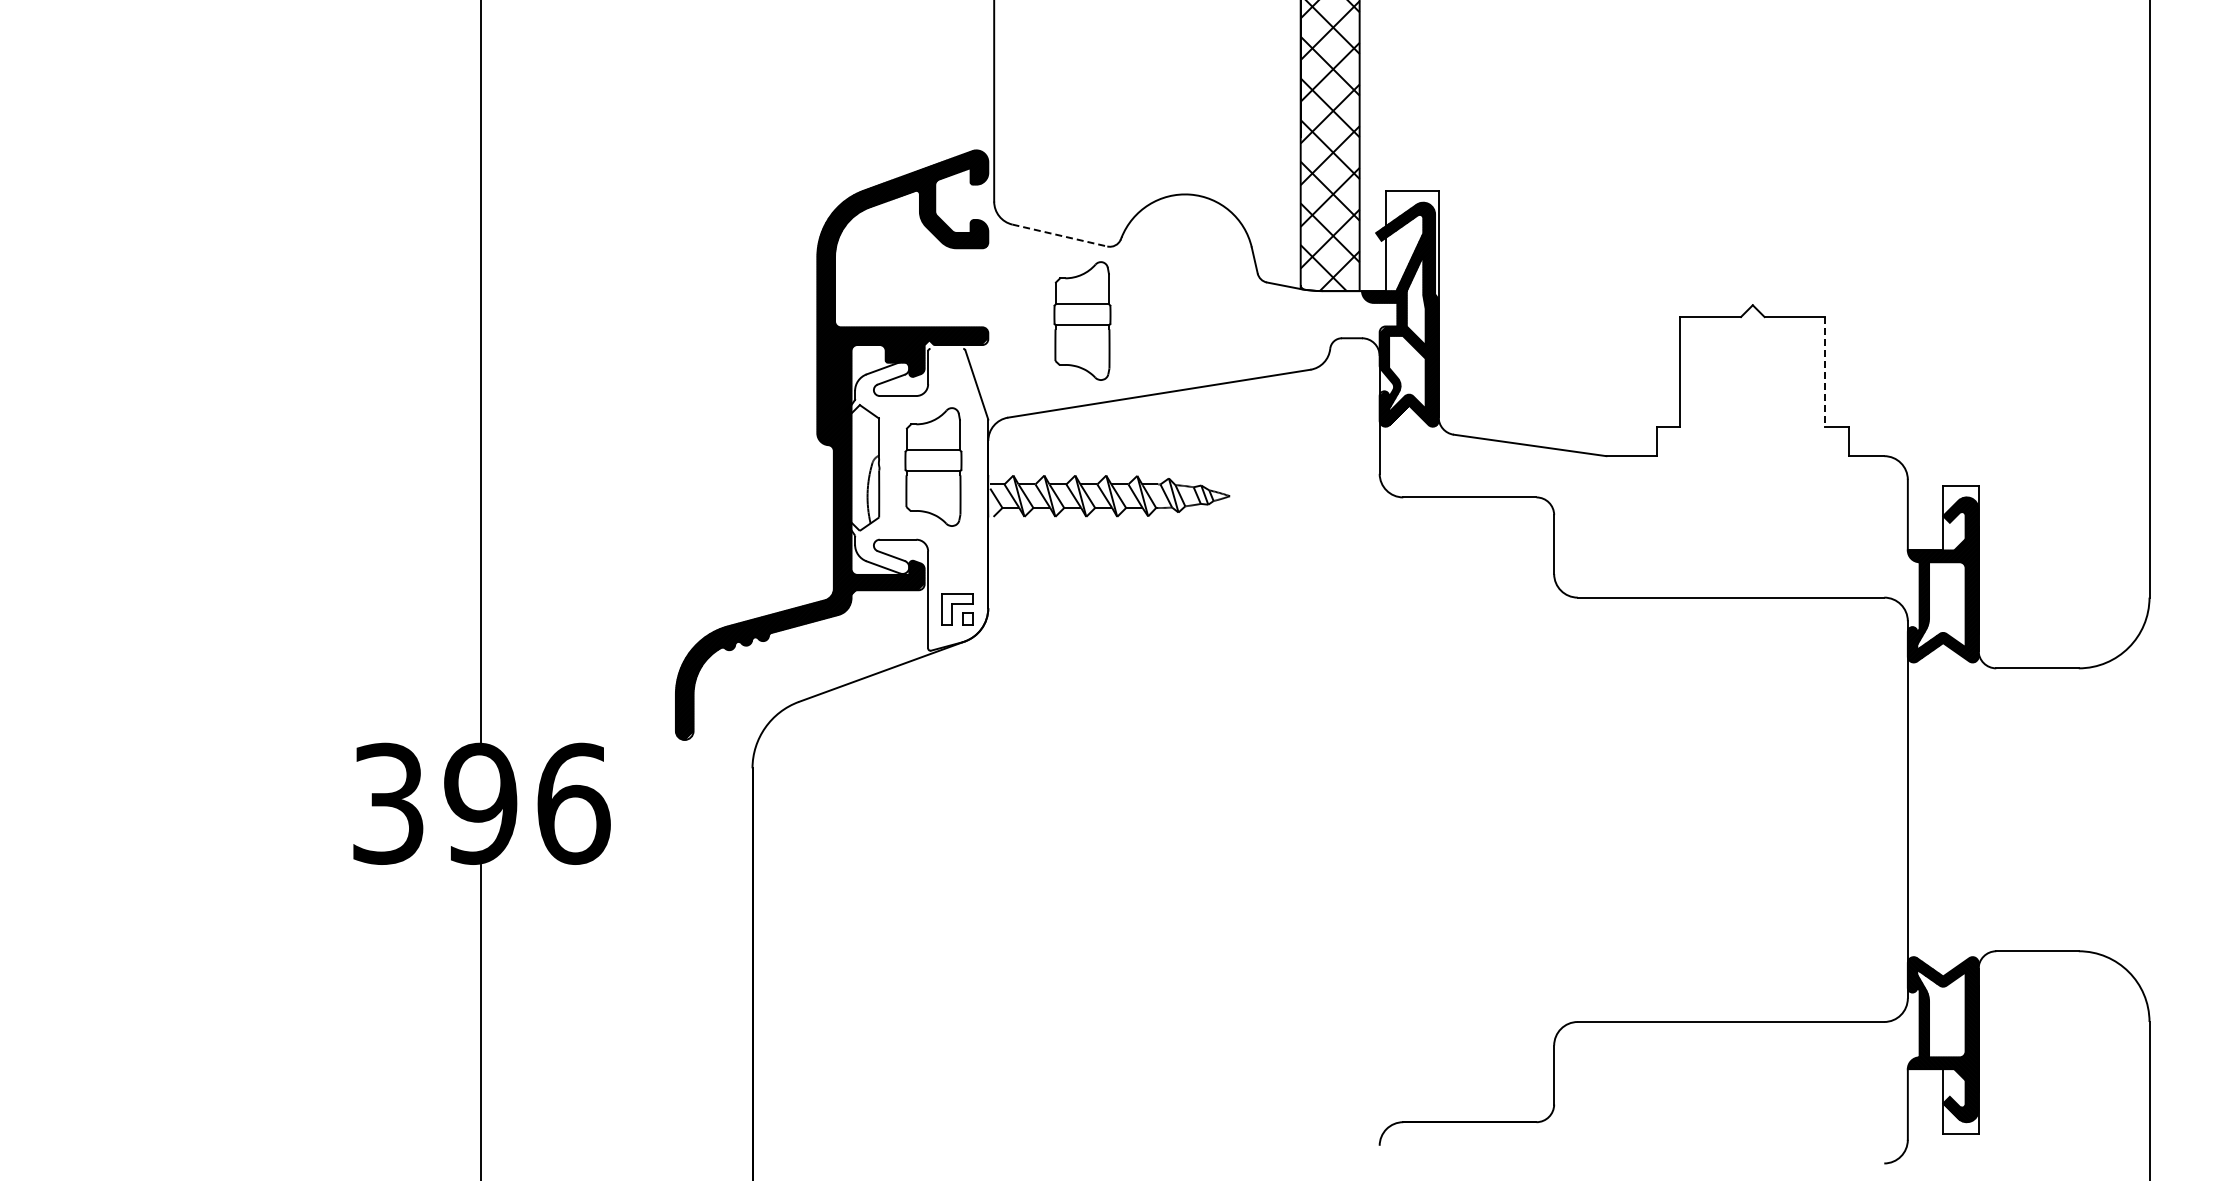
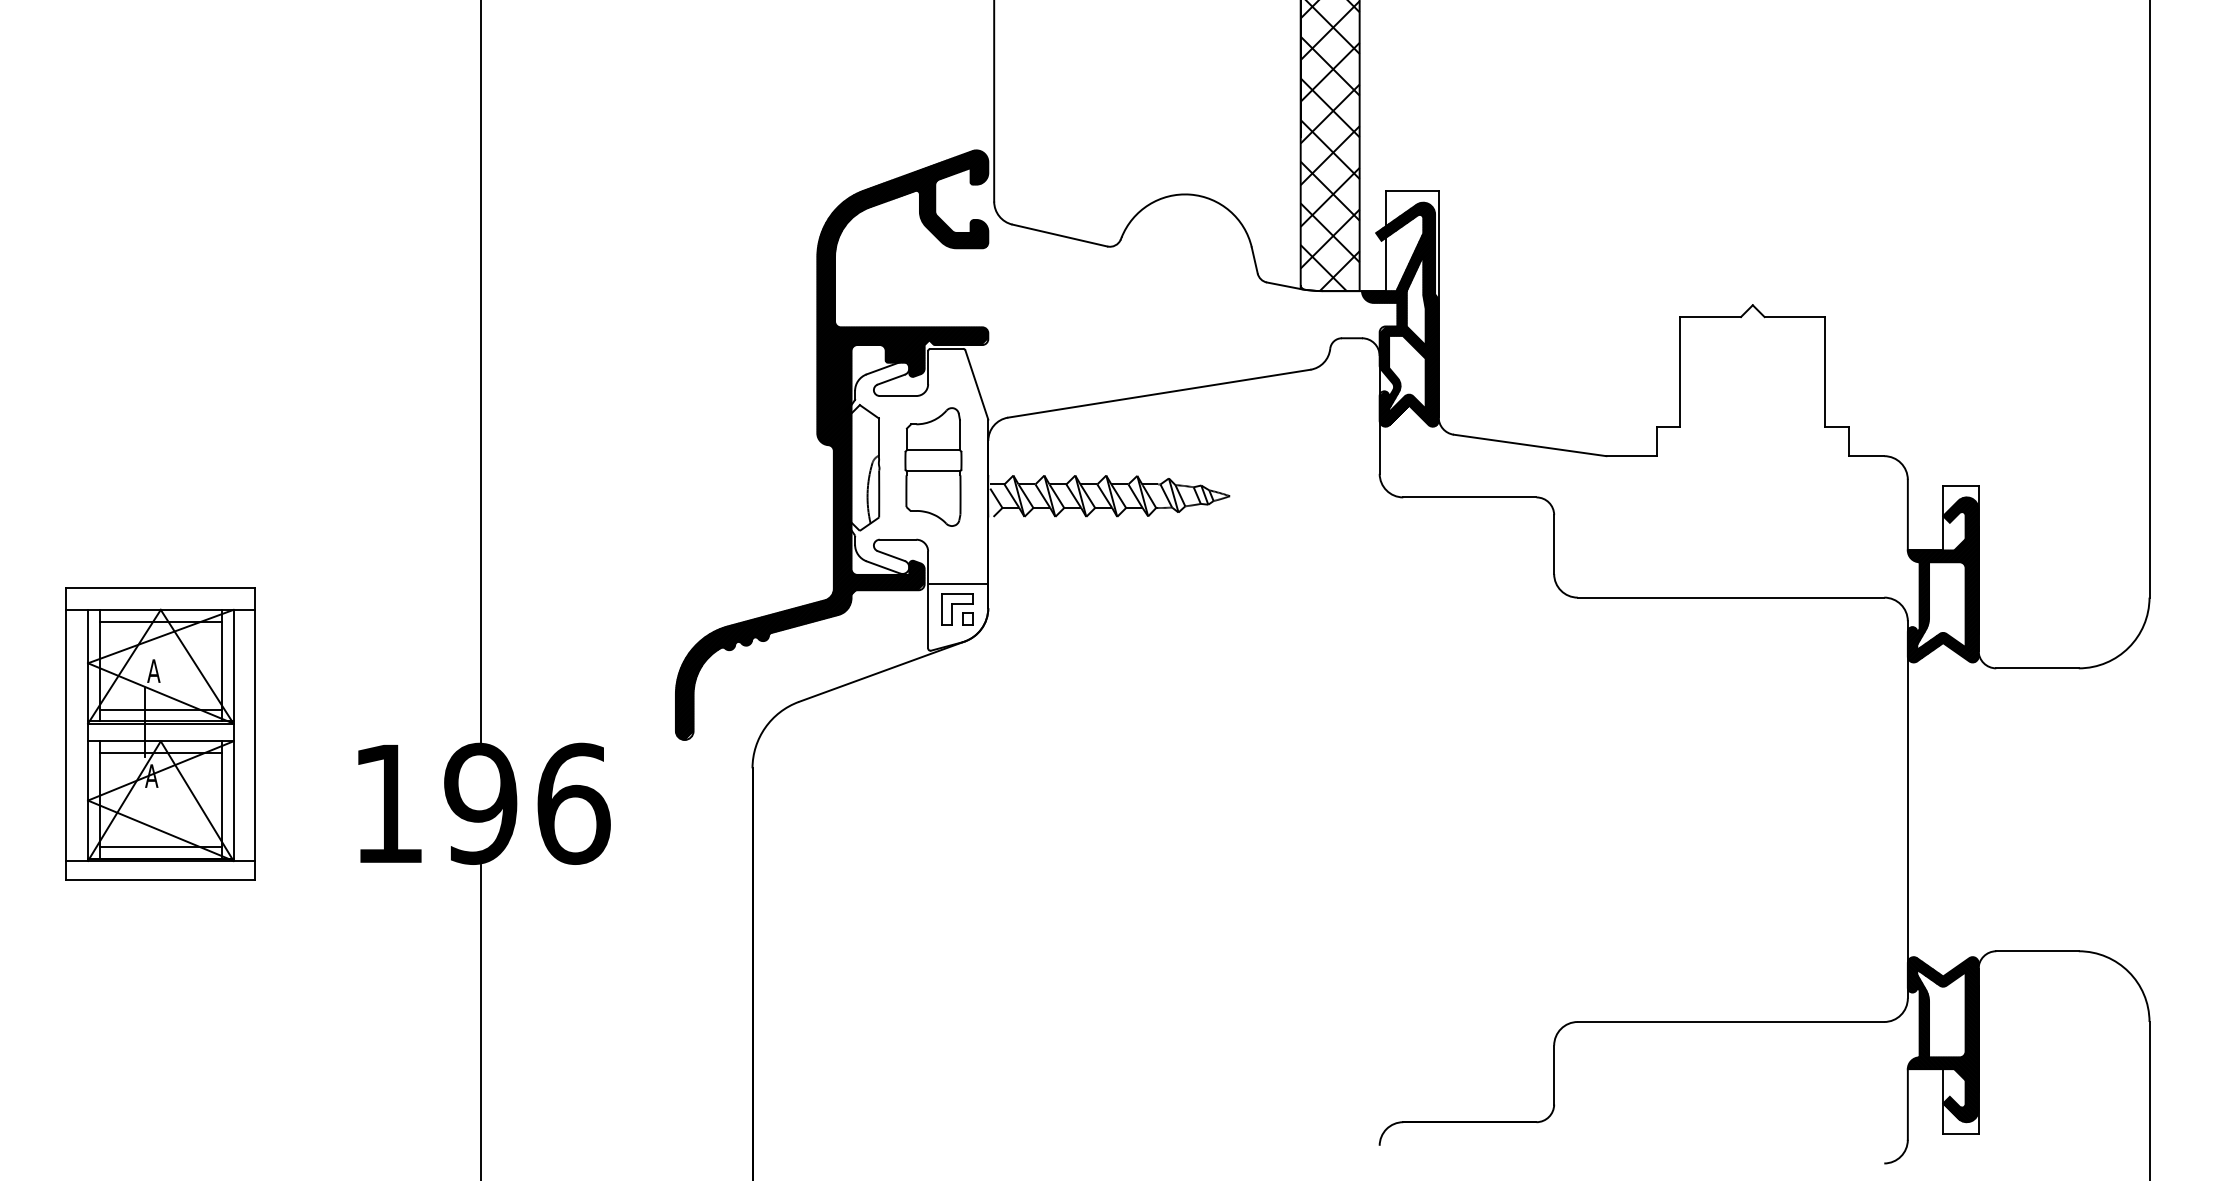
line at (1059, 235): dashed -> solid
part at (1082, 320): present -> none
line at (946, 348): none -> present
line at (1825, 371): dashed -> solid
line at (957, 584): none -> present
part at (160, 733): none -> present
text at (388, 803): 396 -> 196
